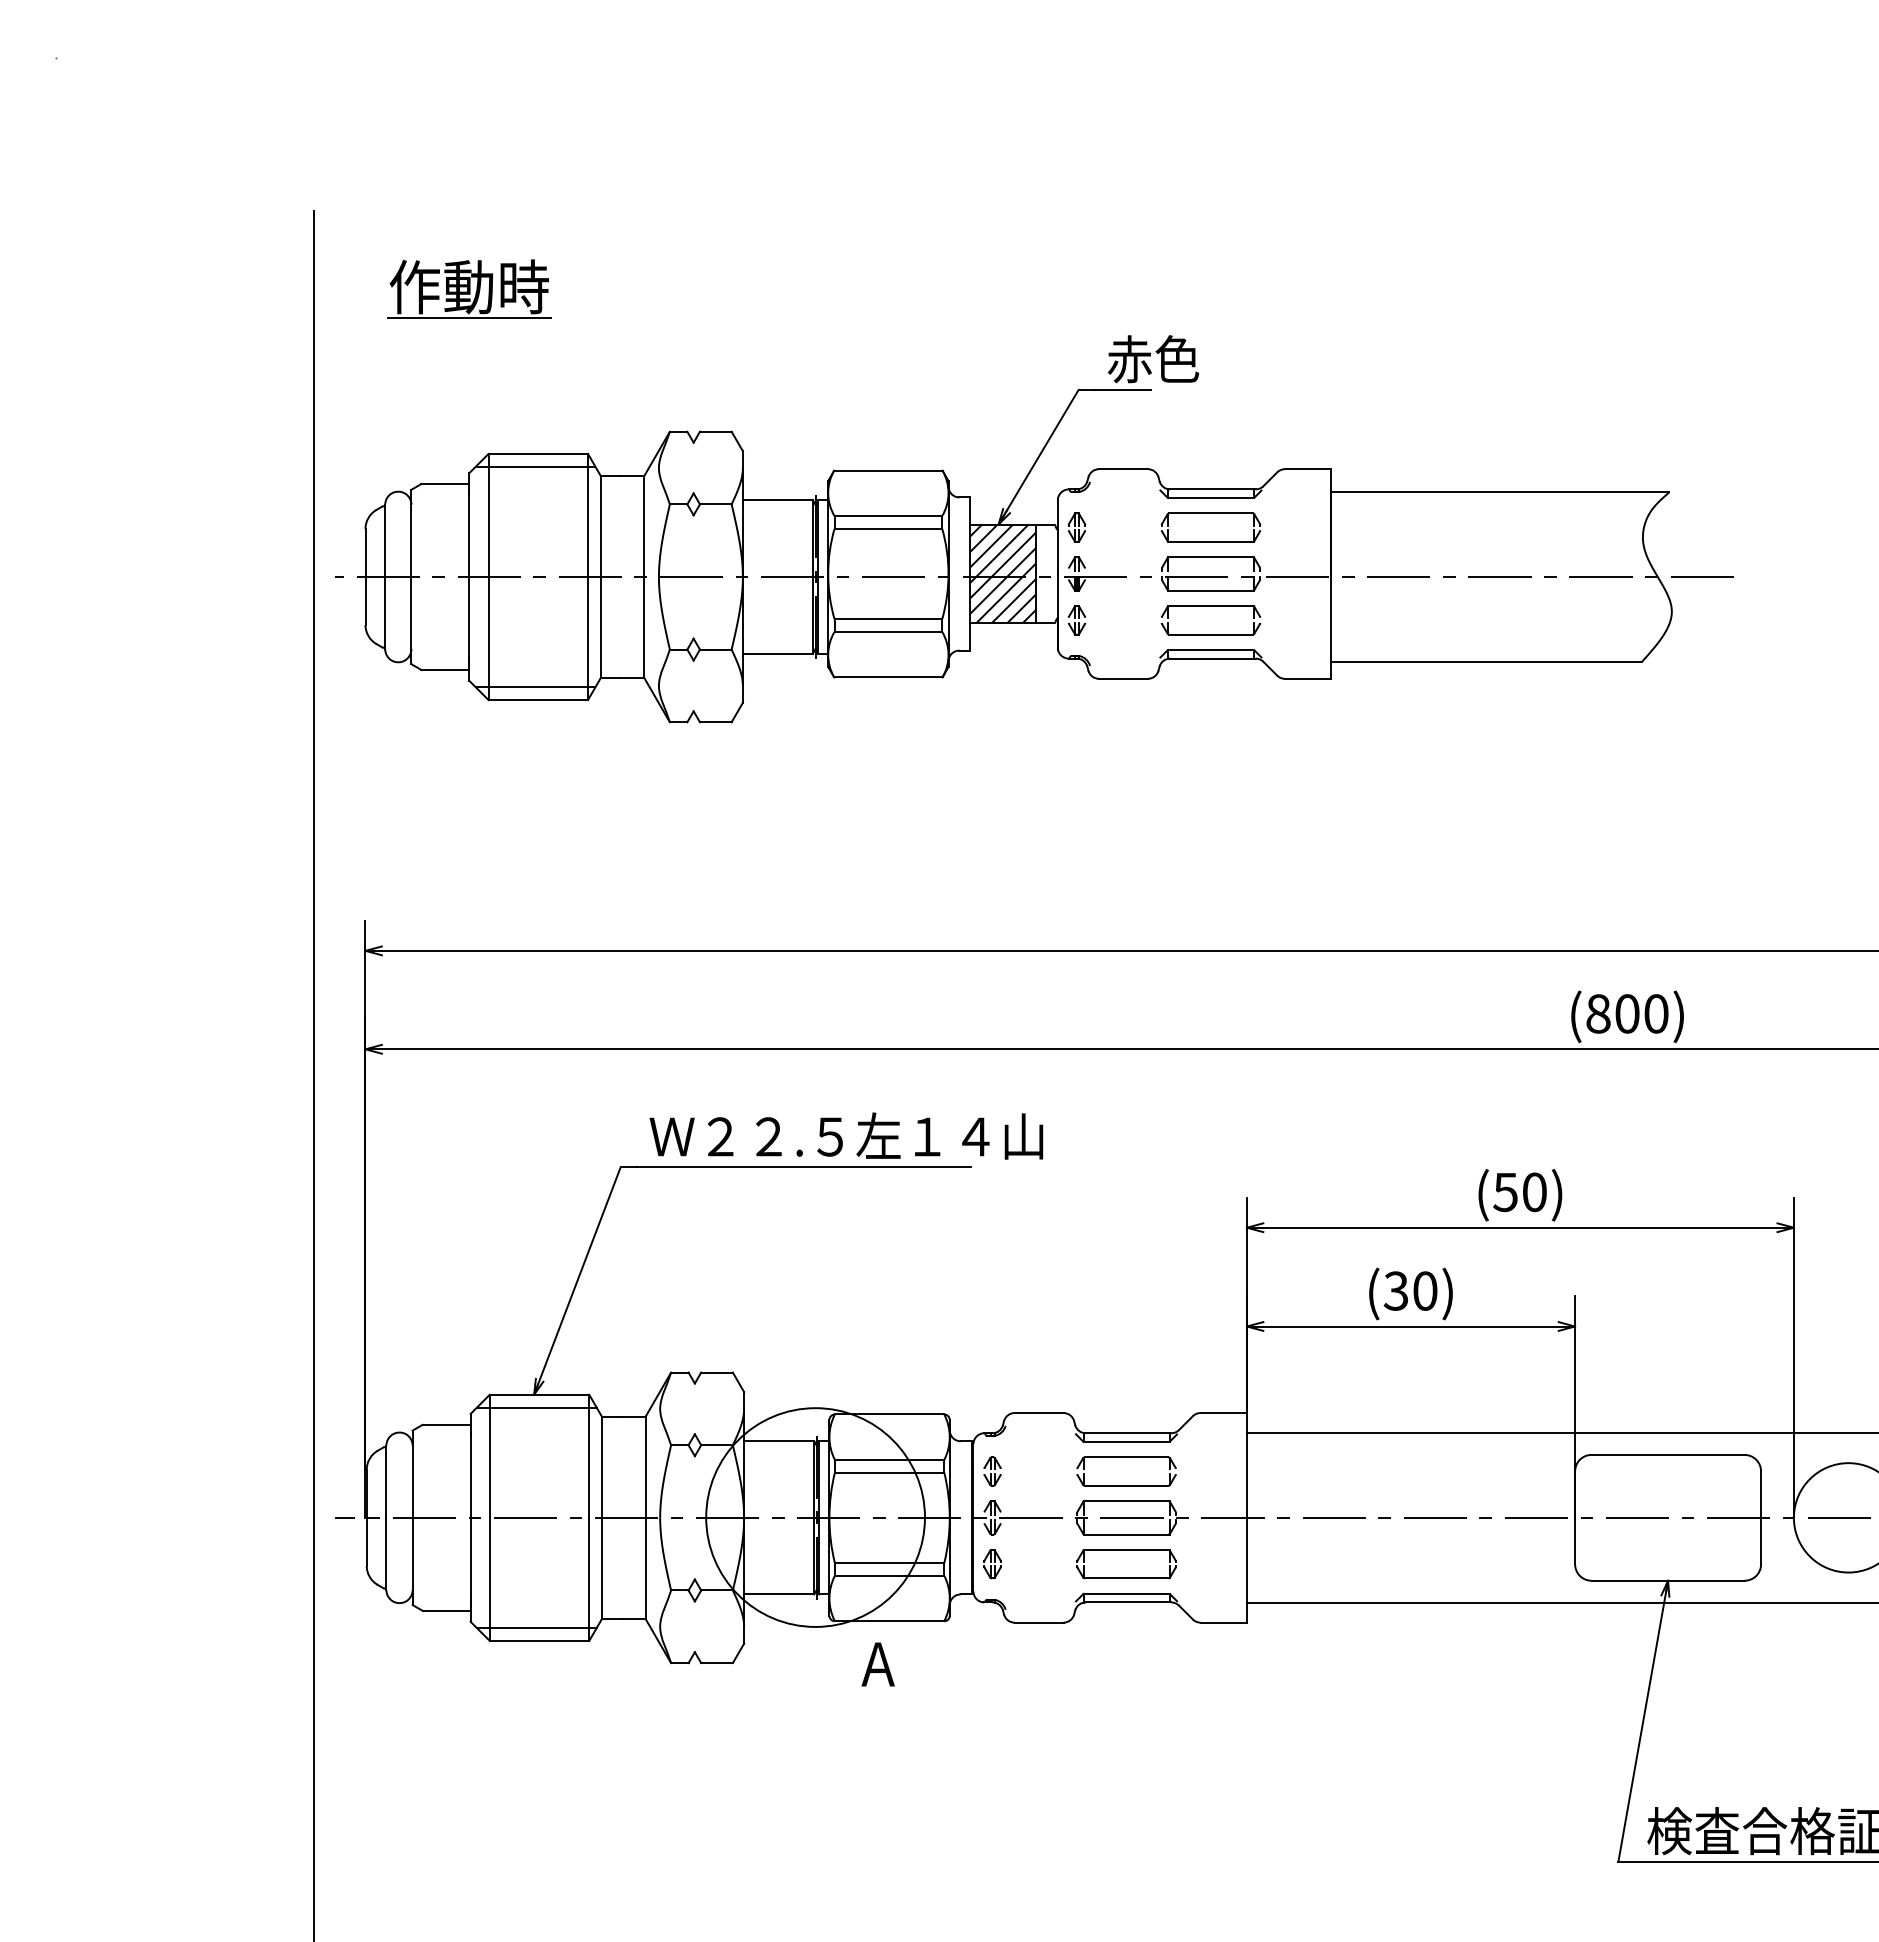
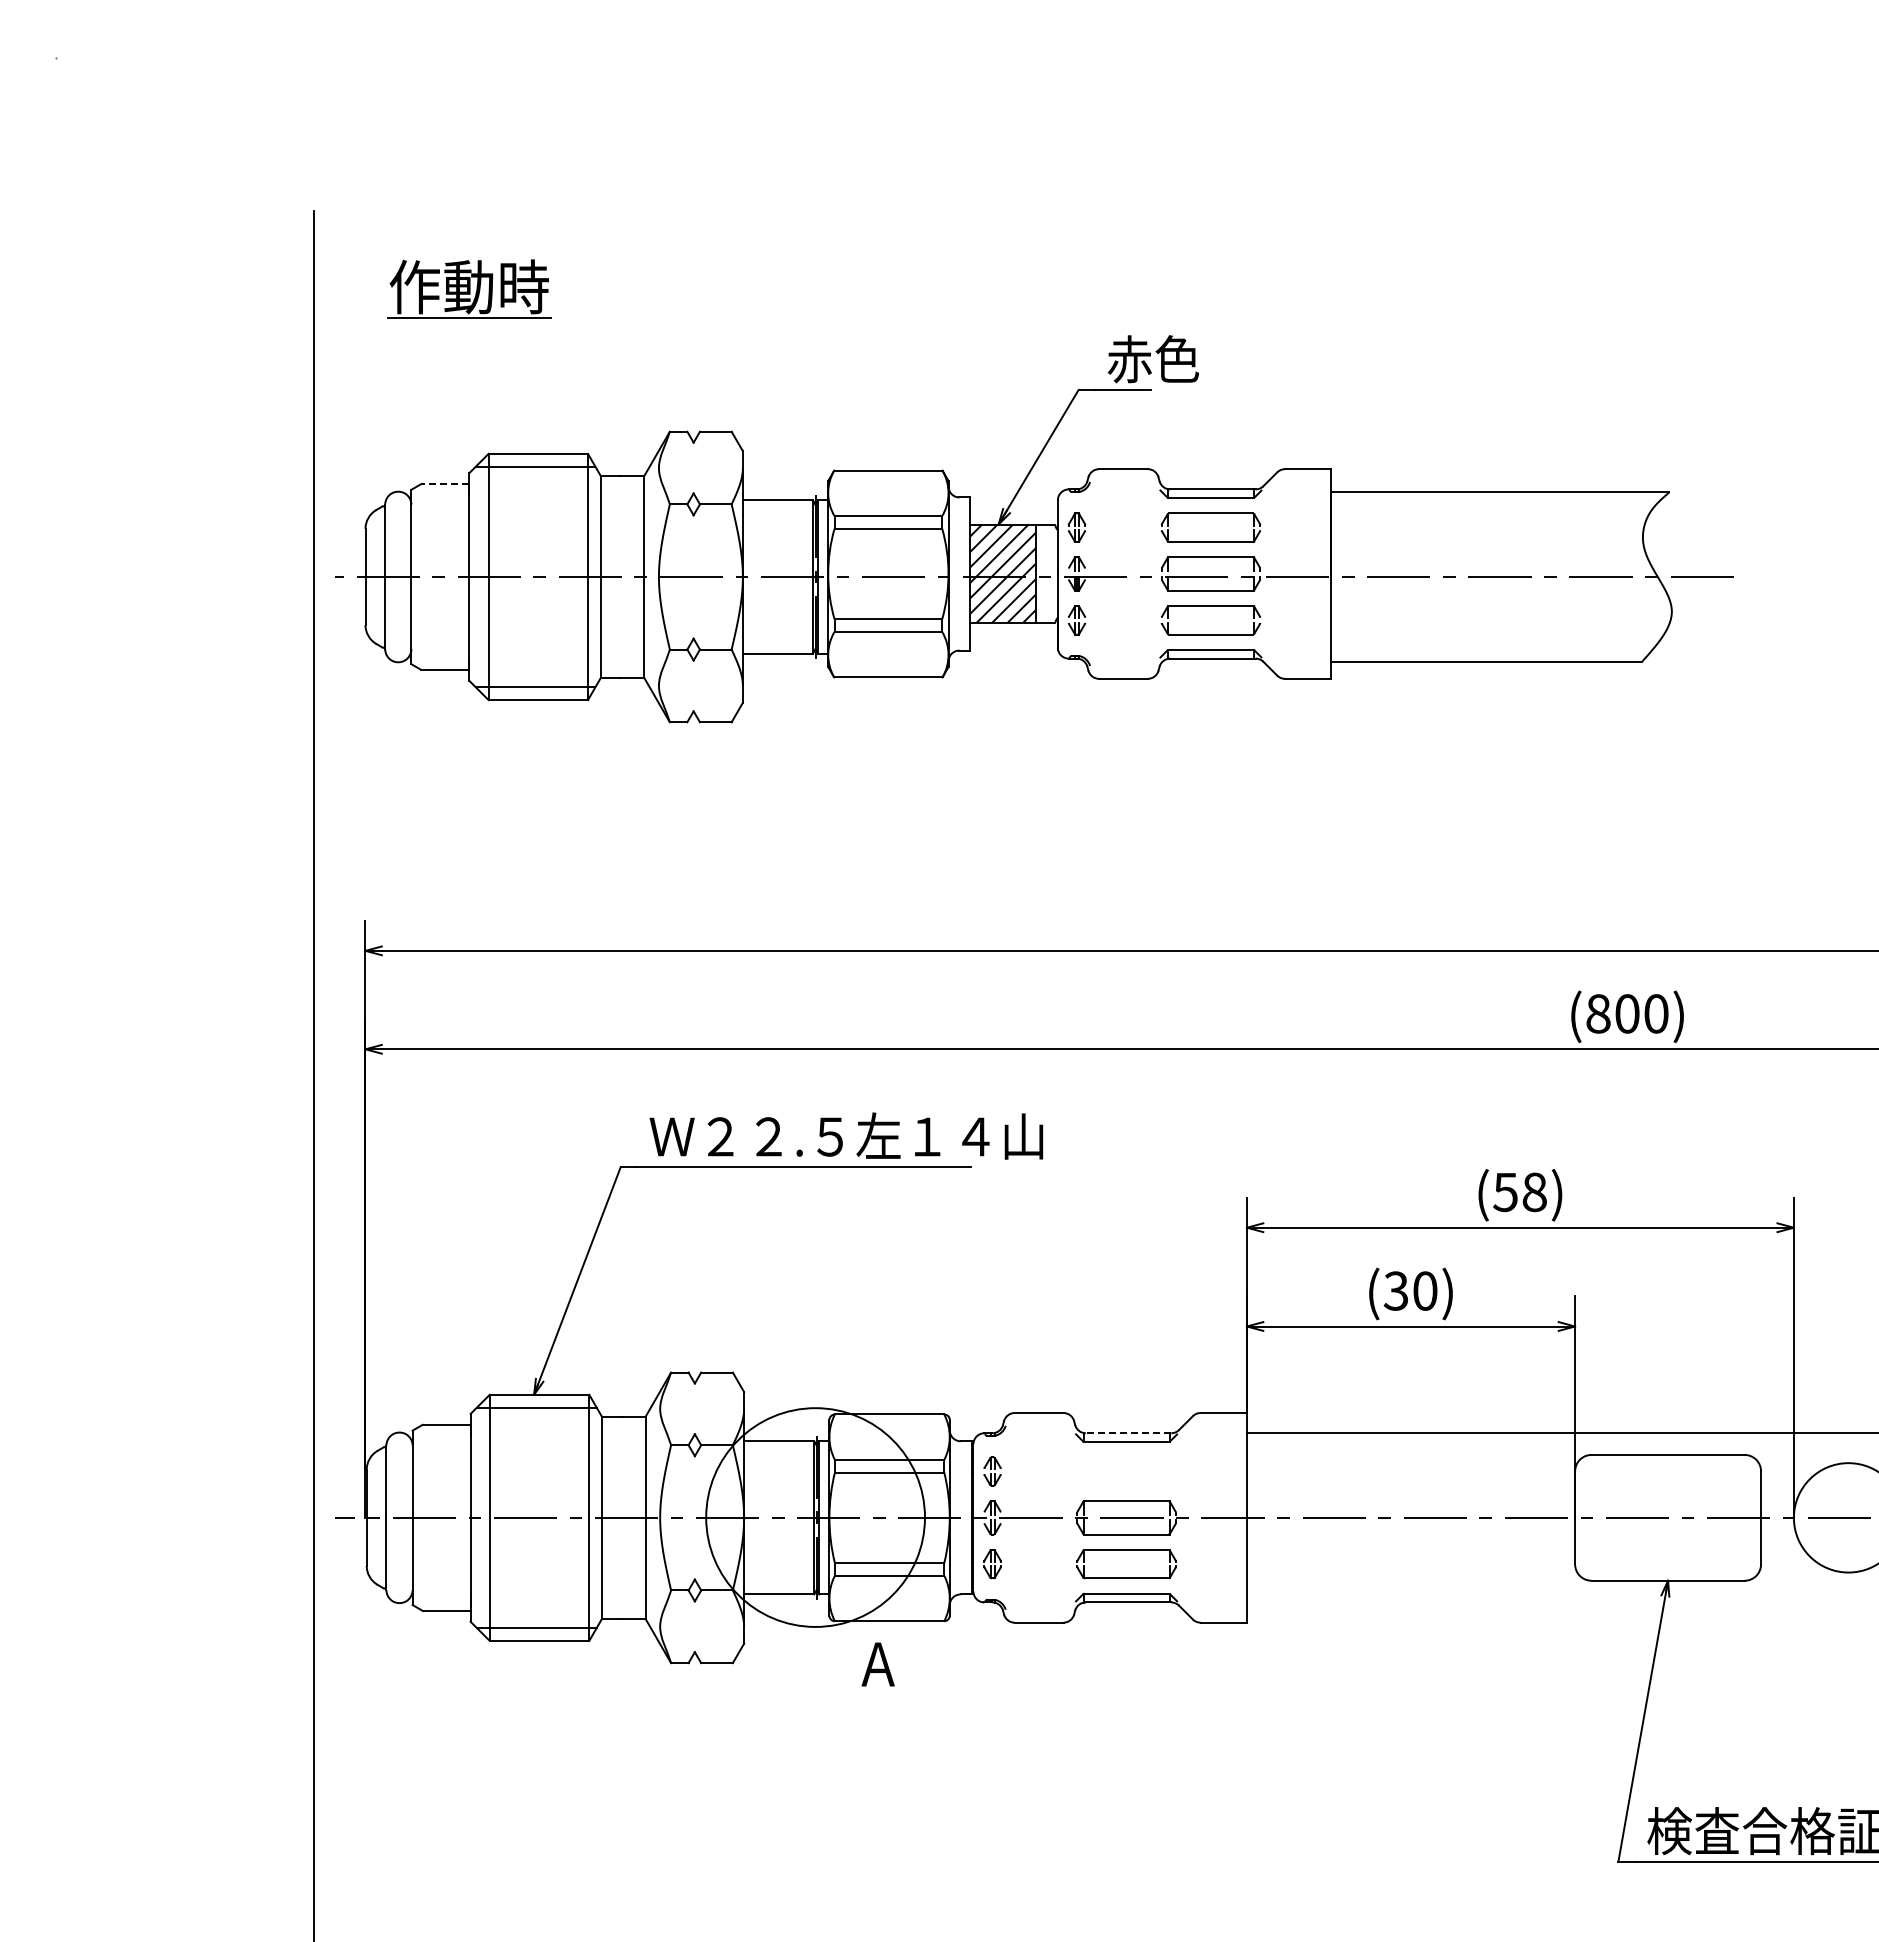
line at (444, 484): solid -> dashed
text at (1534, 1191): (50) -> (58)
line at (1128, 1433): solid -> dashed
part at (1126, 1457): present -> none
line at (1560, 1602): present -> none
